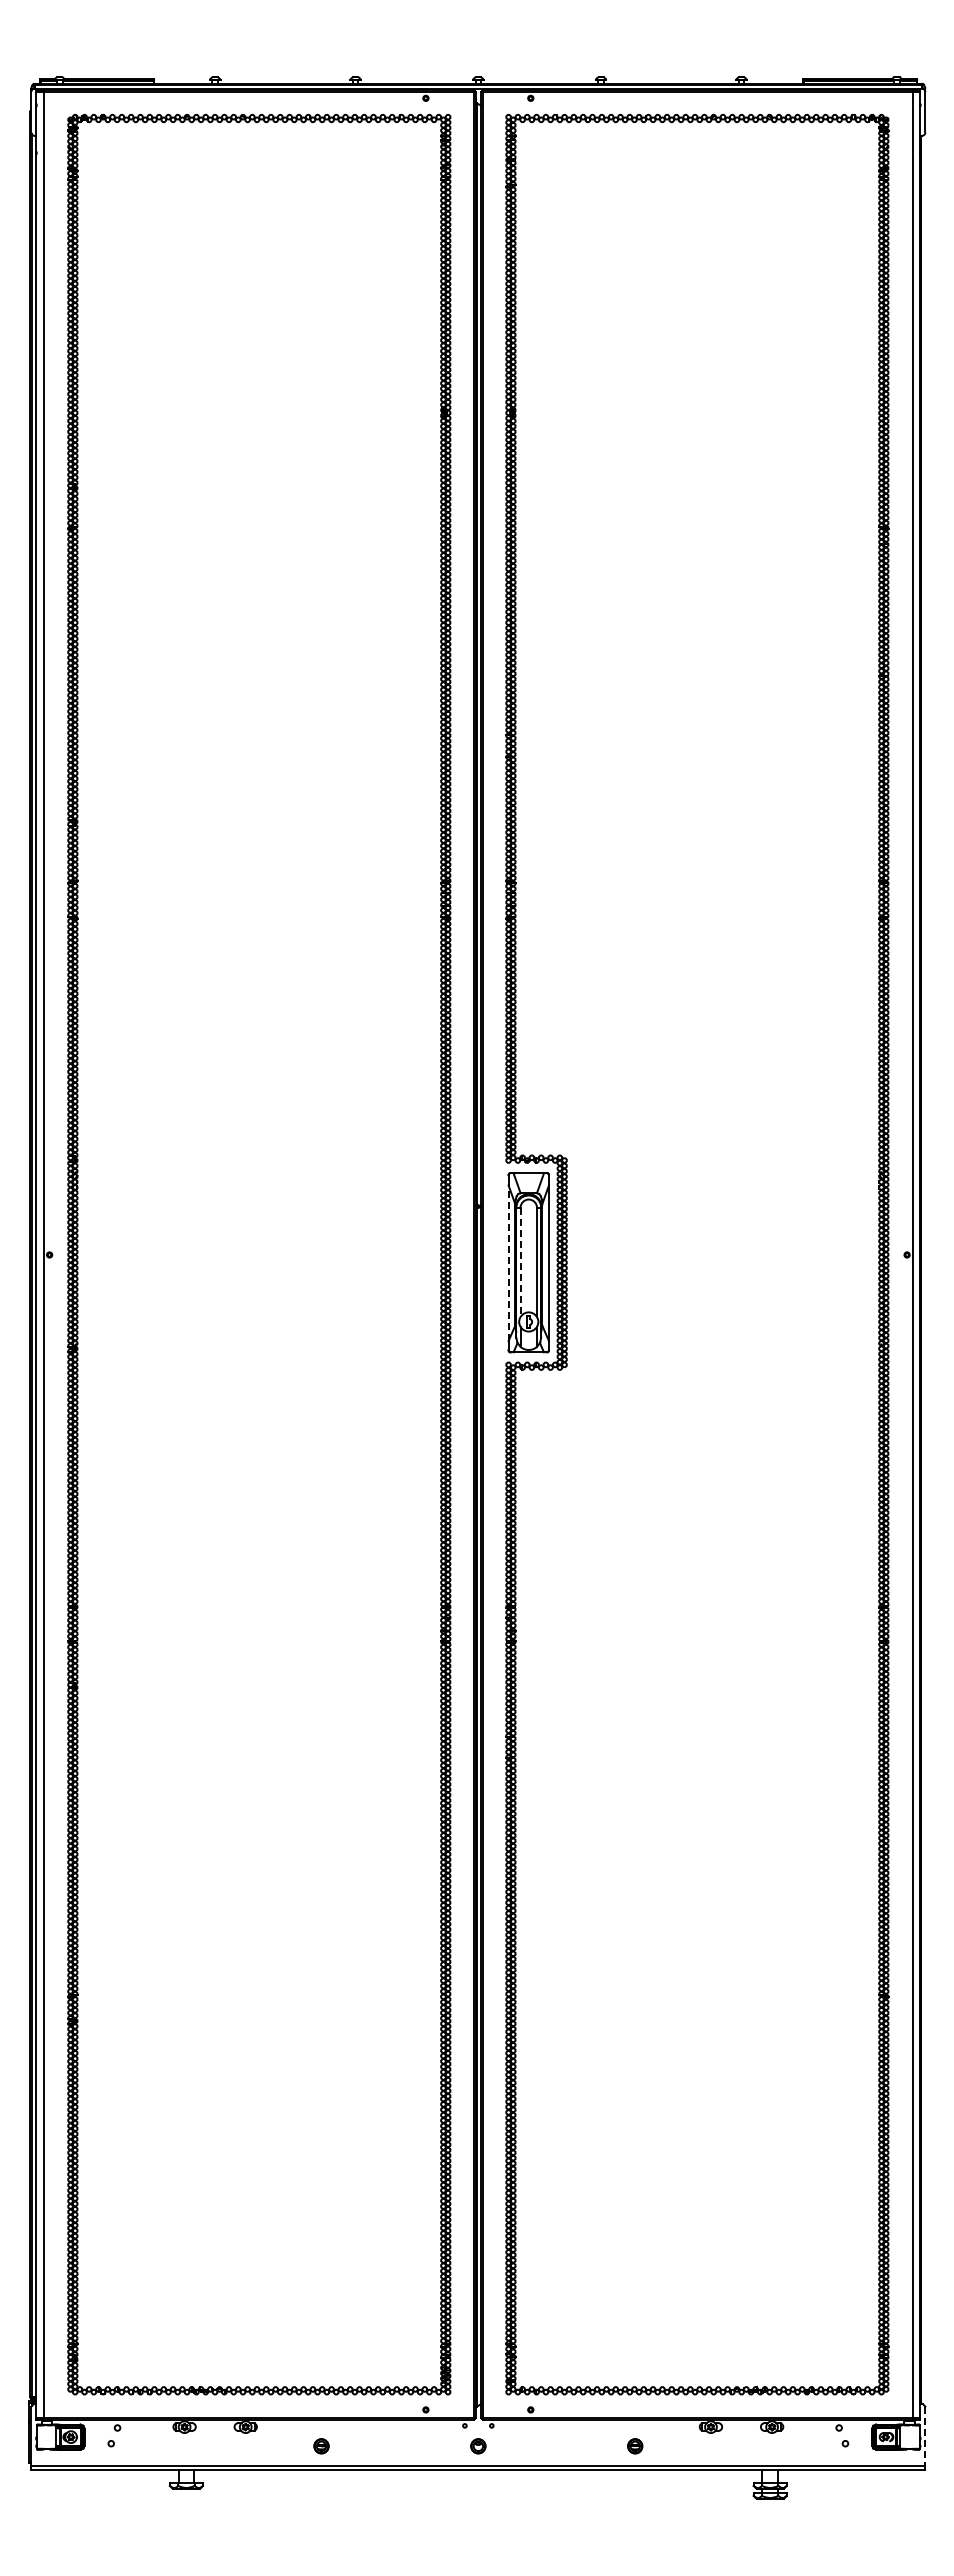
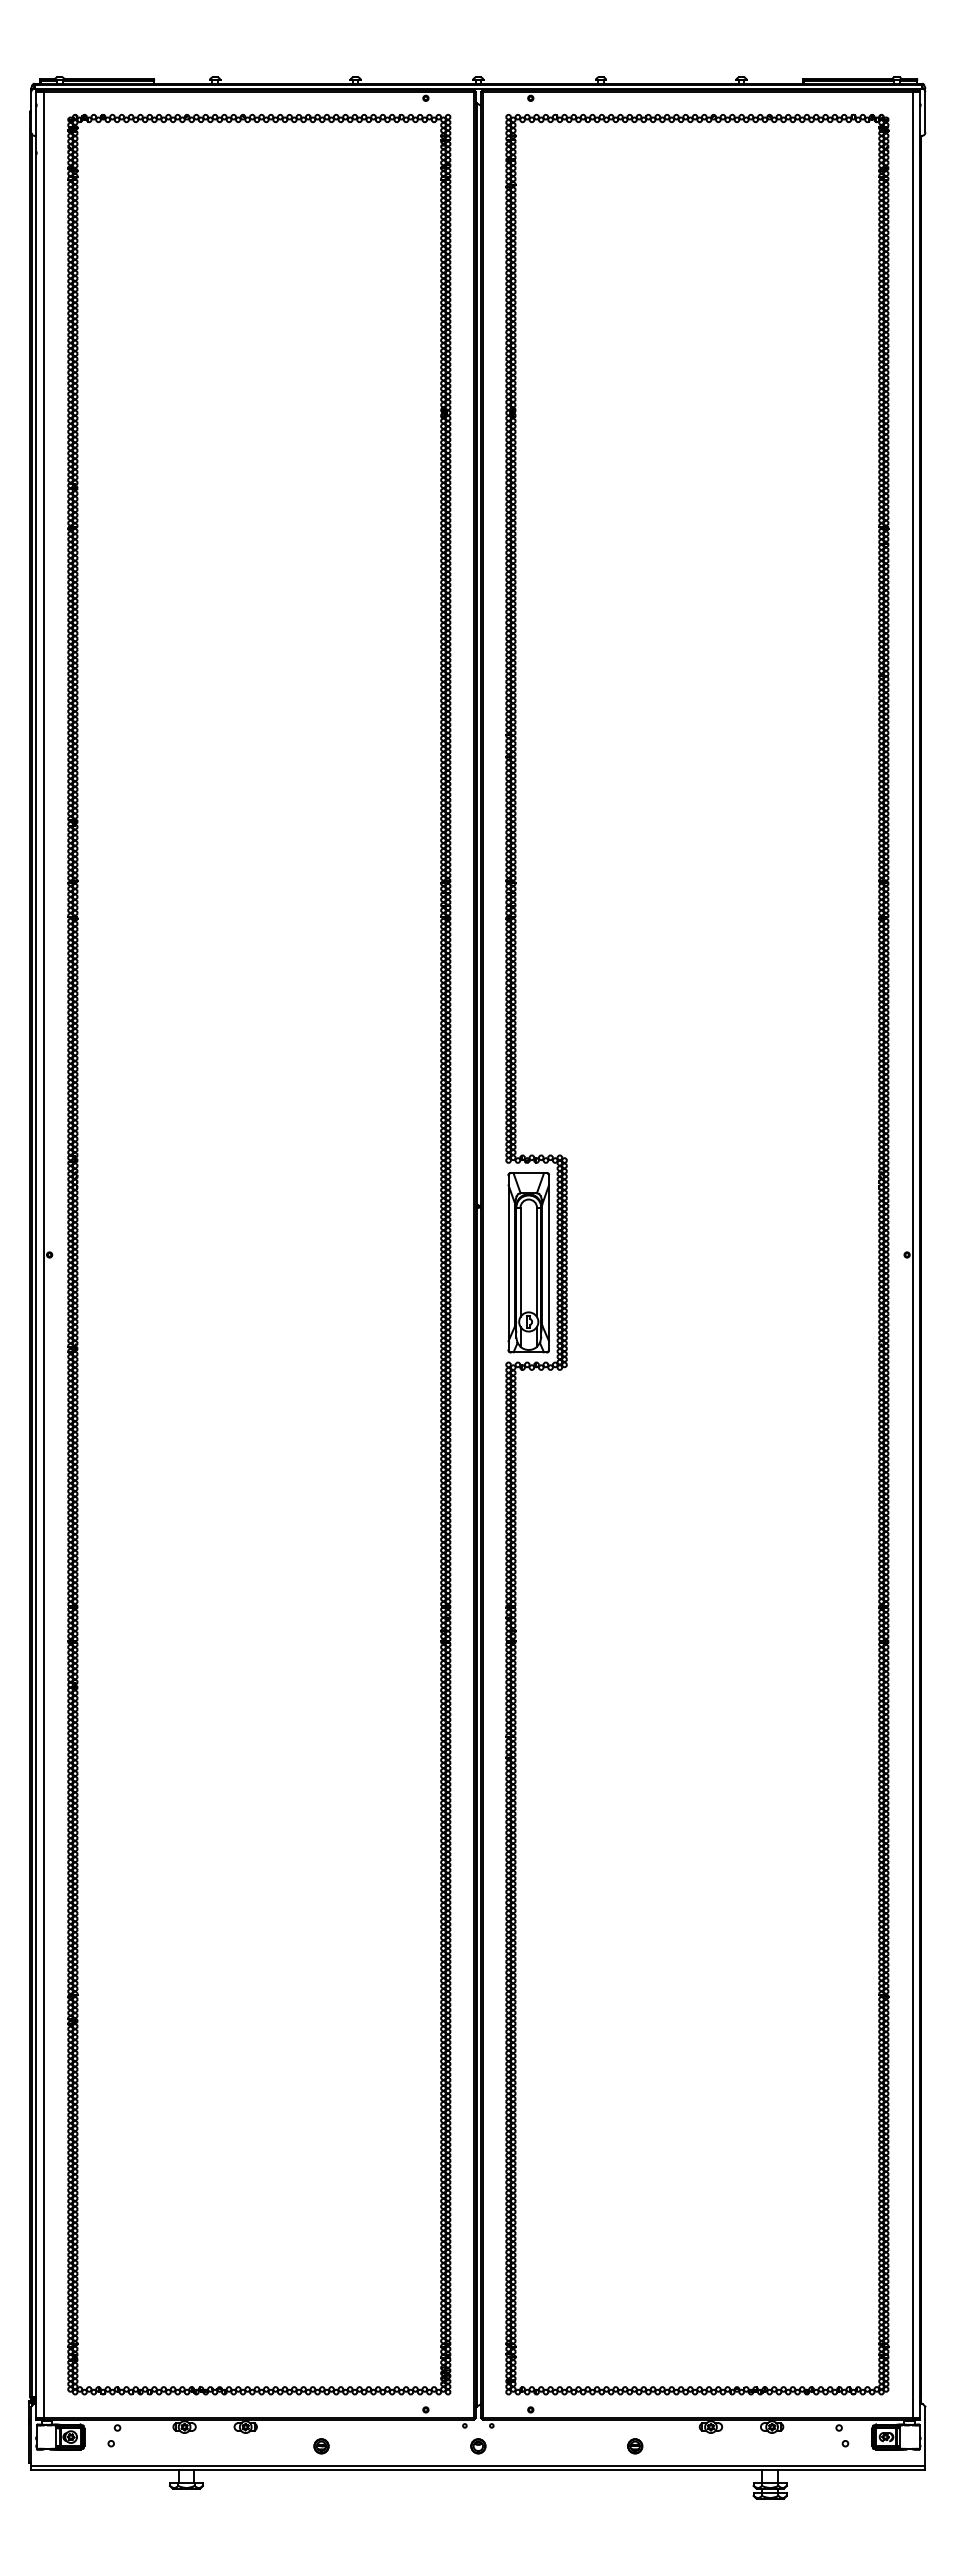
line at (520, 1262): dashed -> solid
line at (508, 1263): dashed -> solid
line at (925, 2436): dashed -> solid
